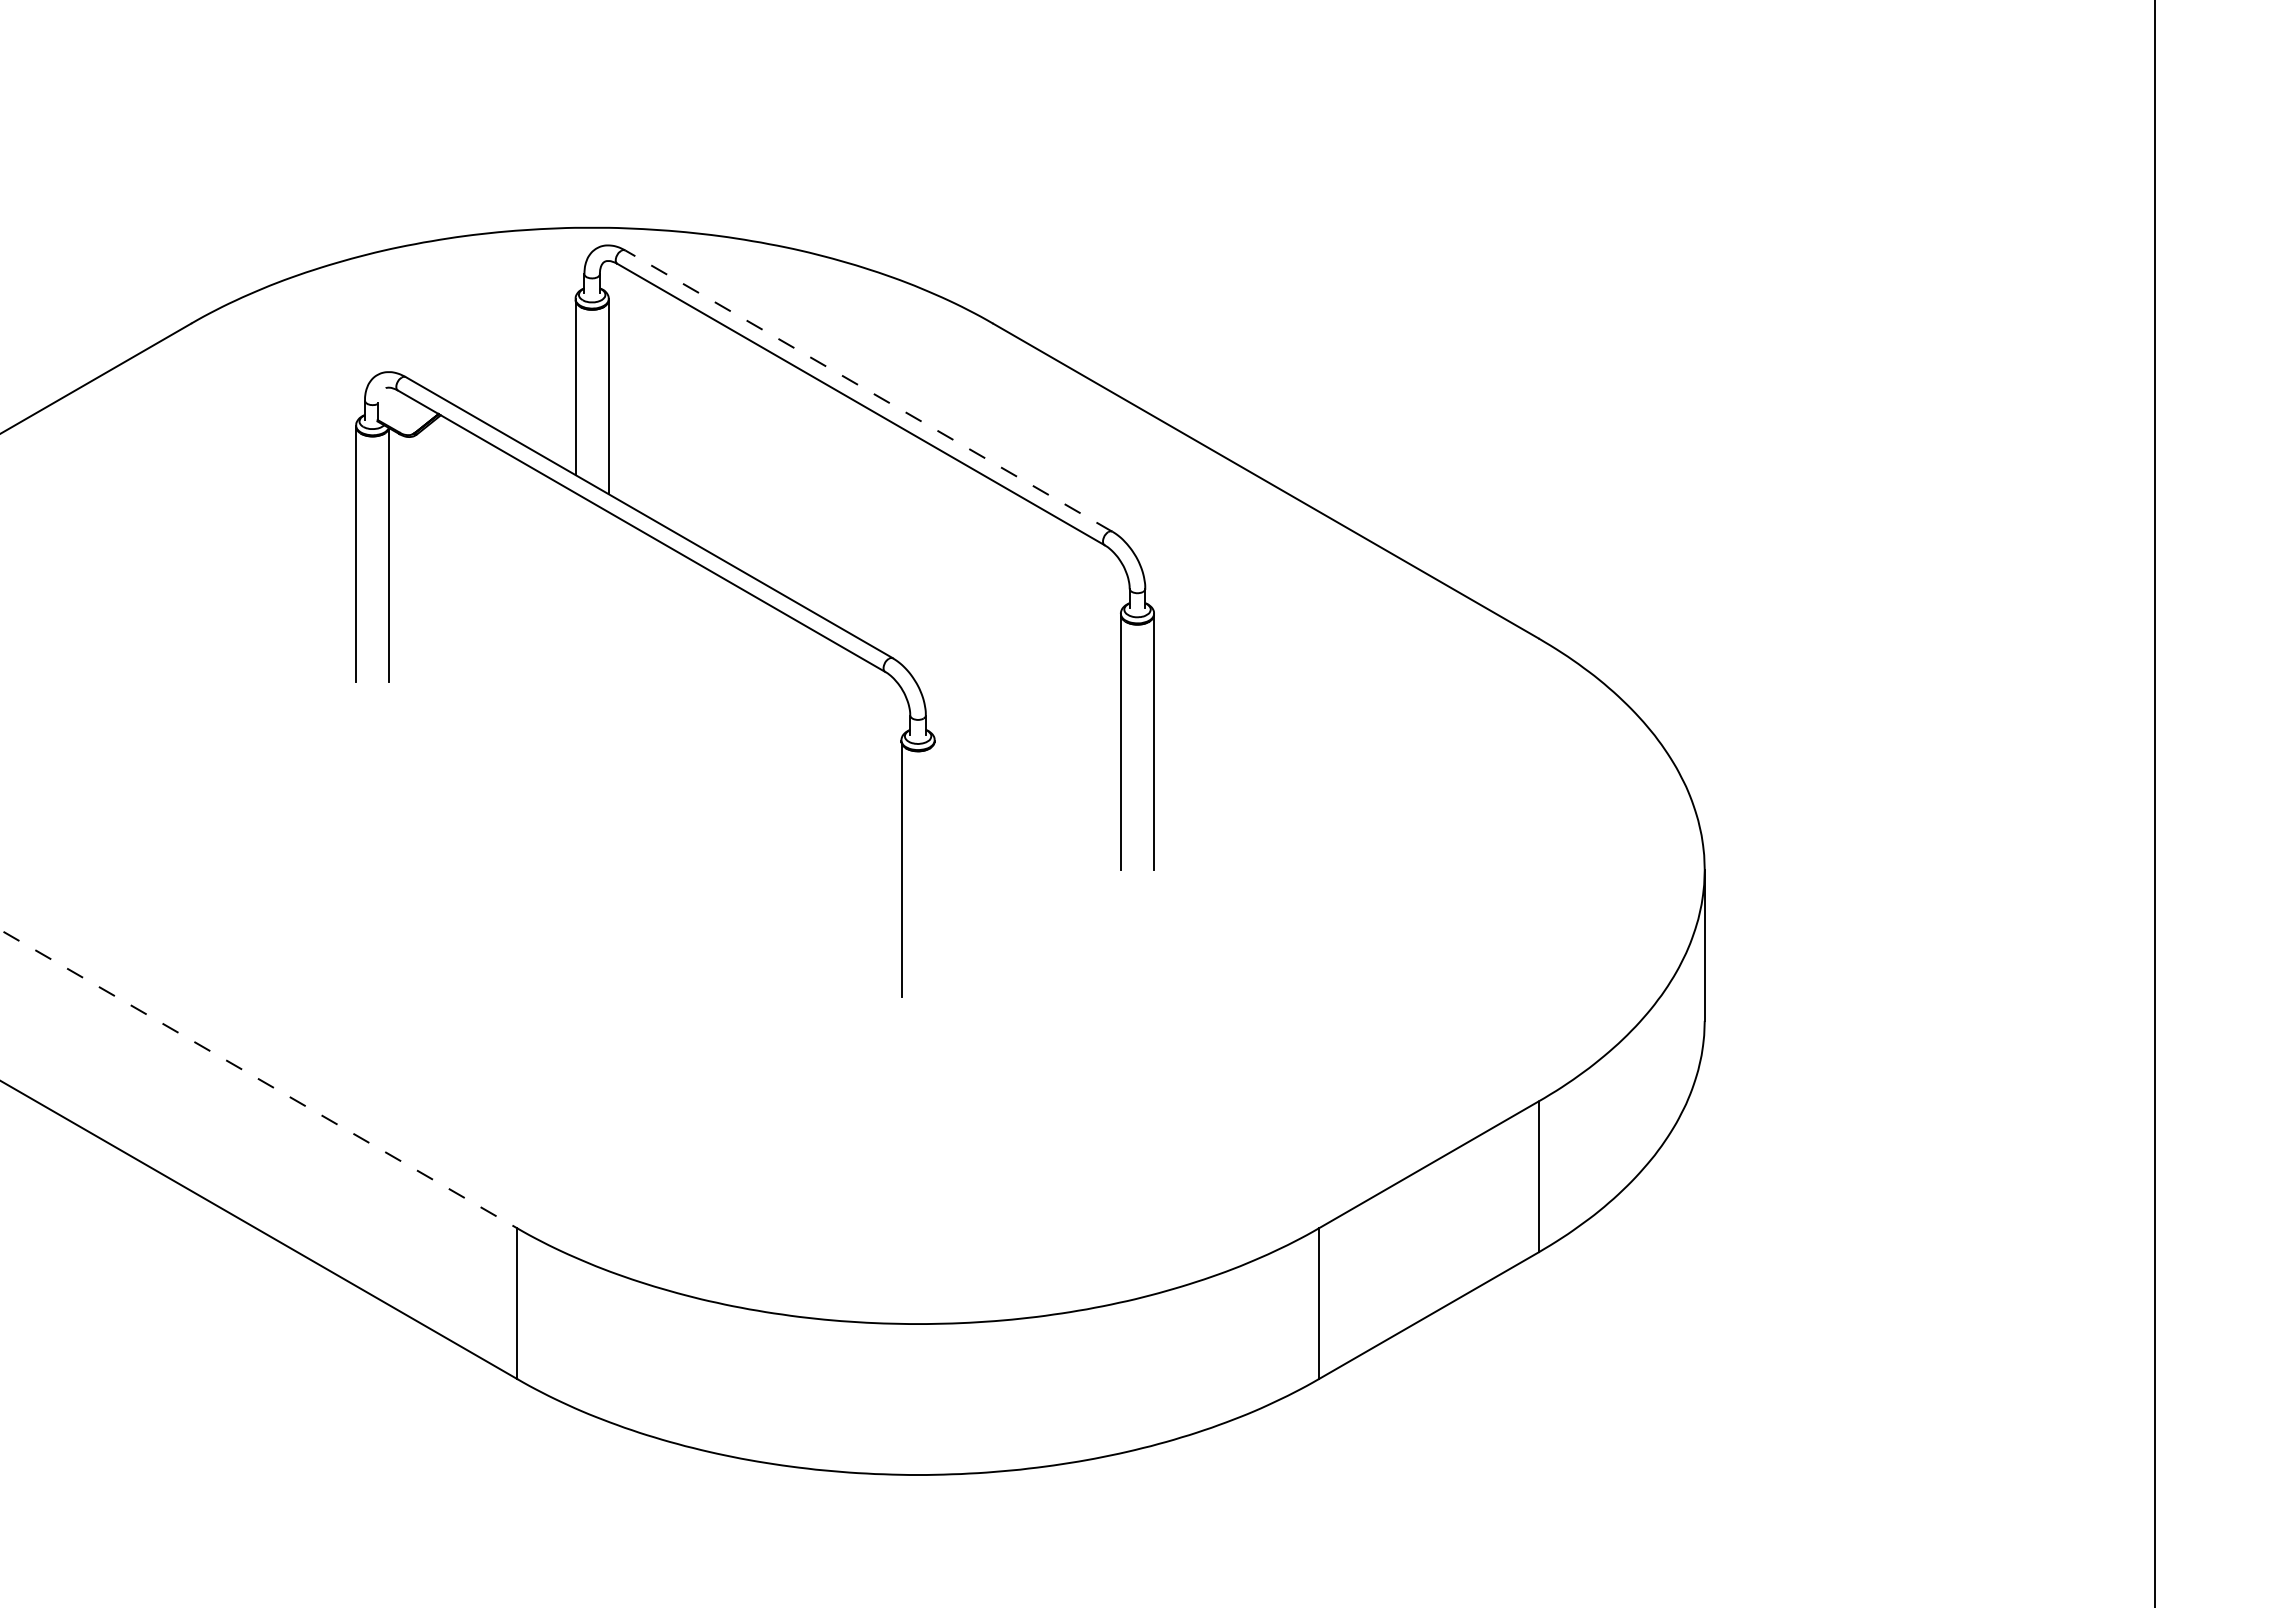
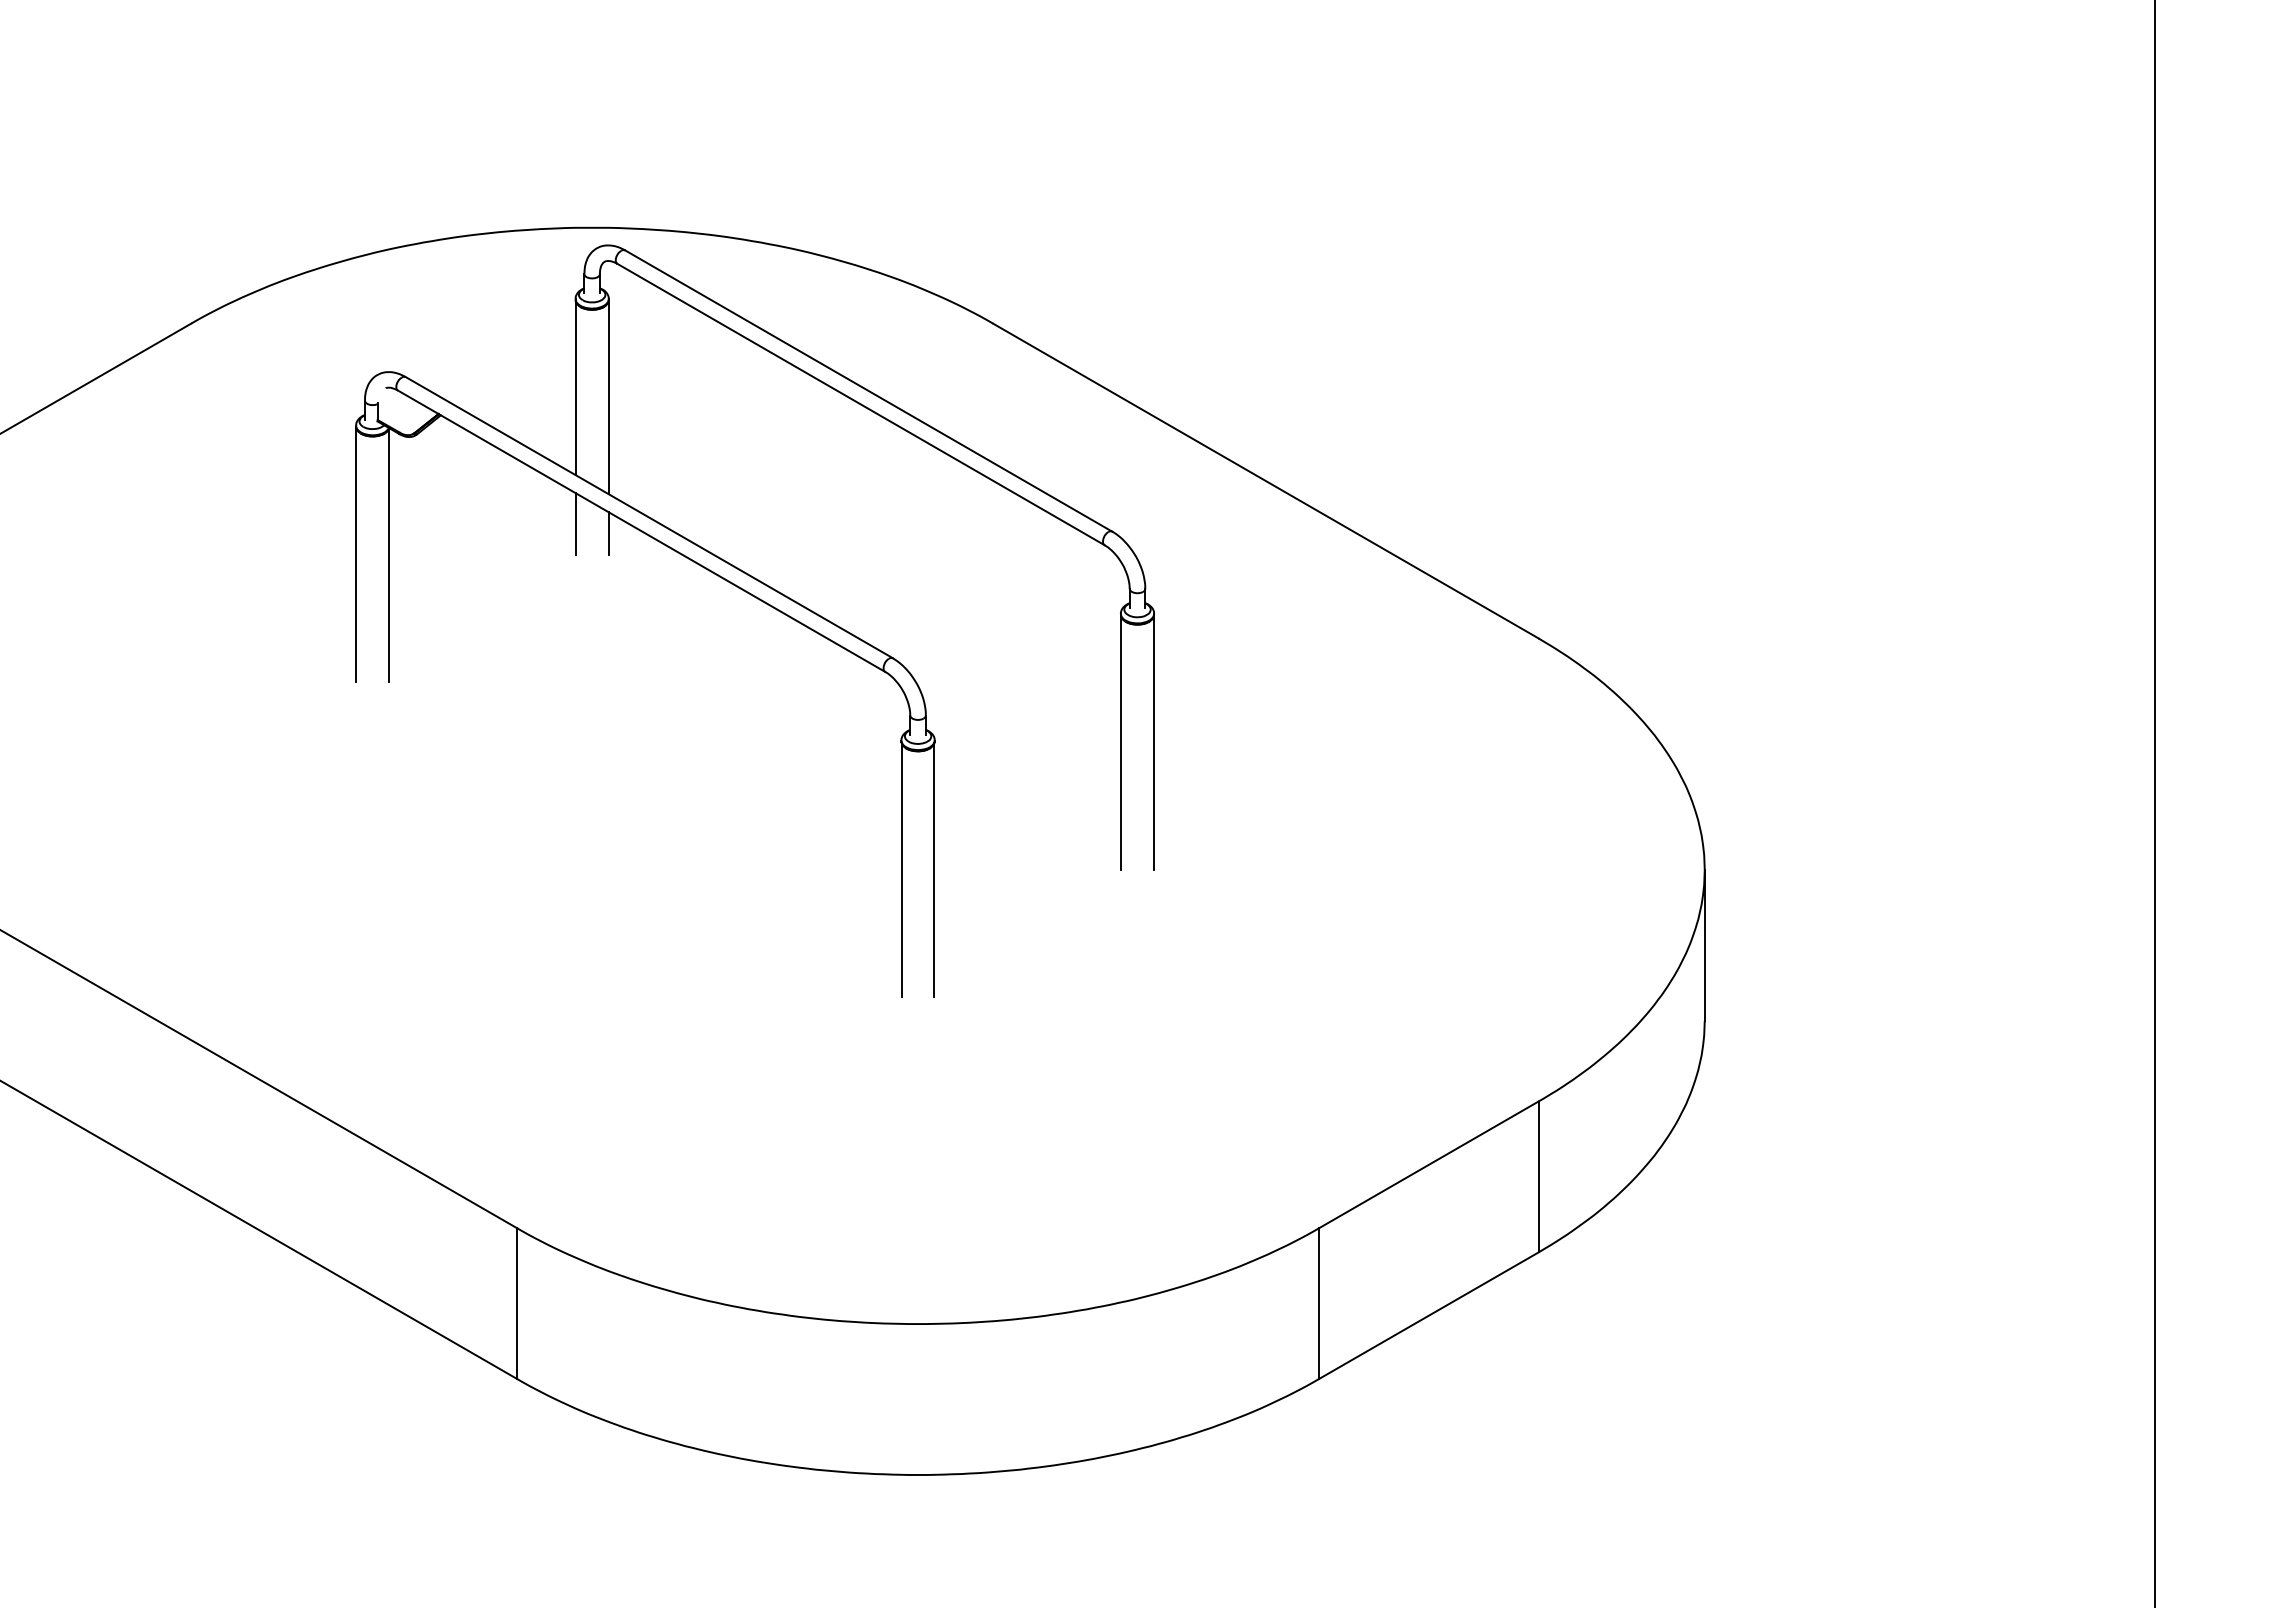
line at (868, 390): dashed -> solid
line at (575, 524): none -> present
line at (608, 533): none -> present
line at (934, 869): none -> present
line at (259, 1079): dashed -> solid
